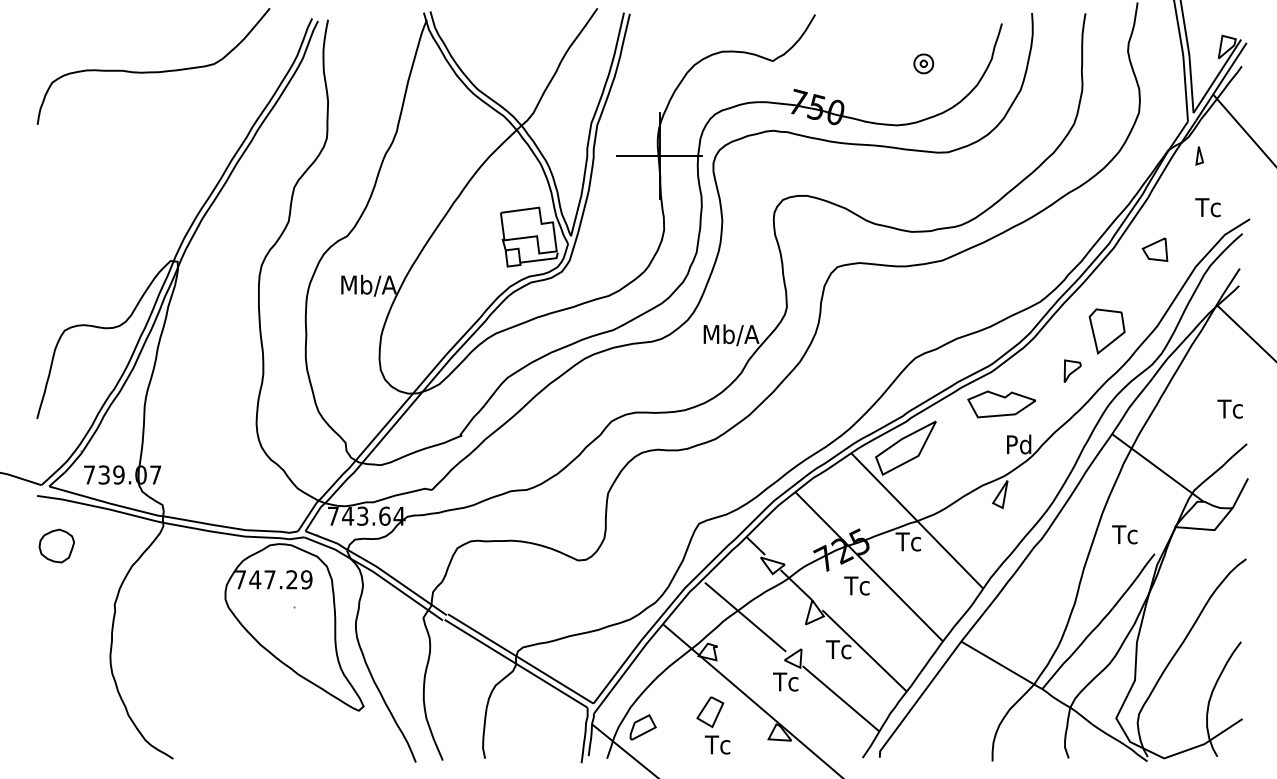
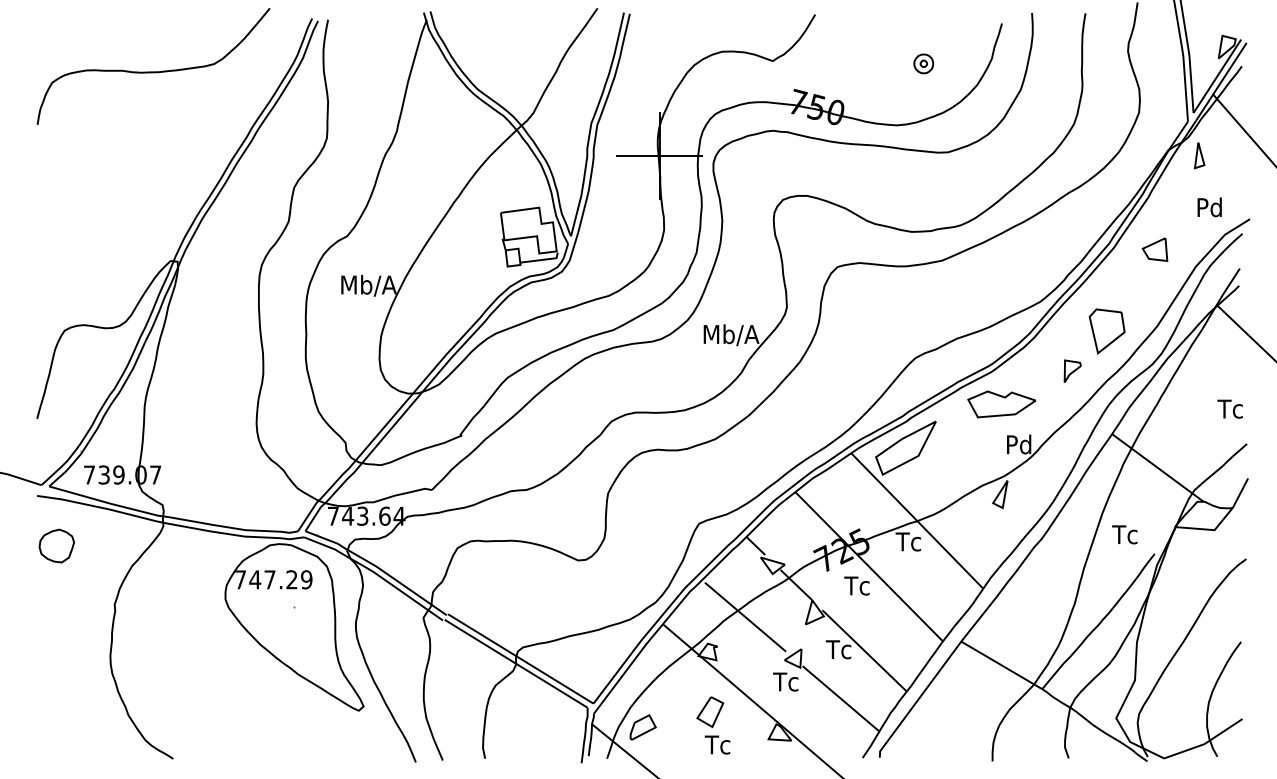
part at (1199, 155) size: 10x20 px -> 12x28 px
text at (1208, 207): Tc -> Pd
